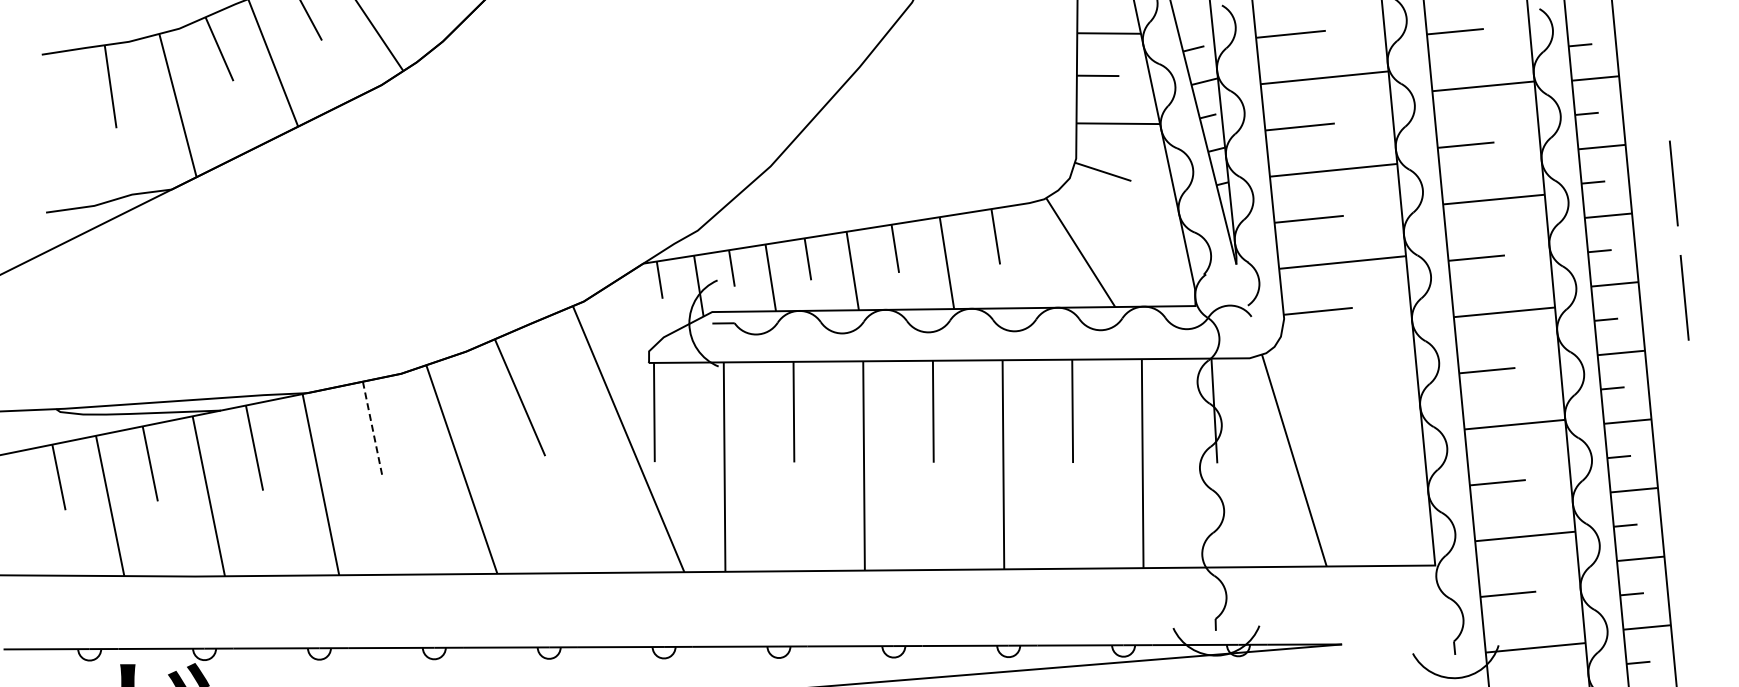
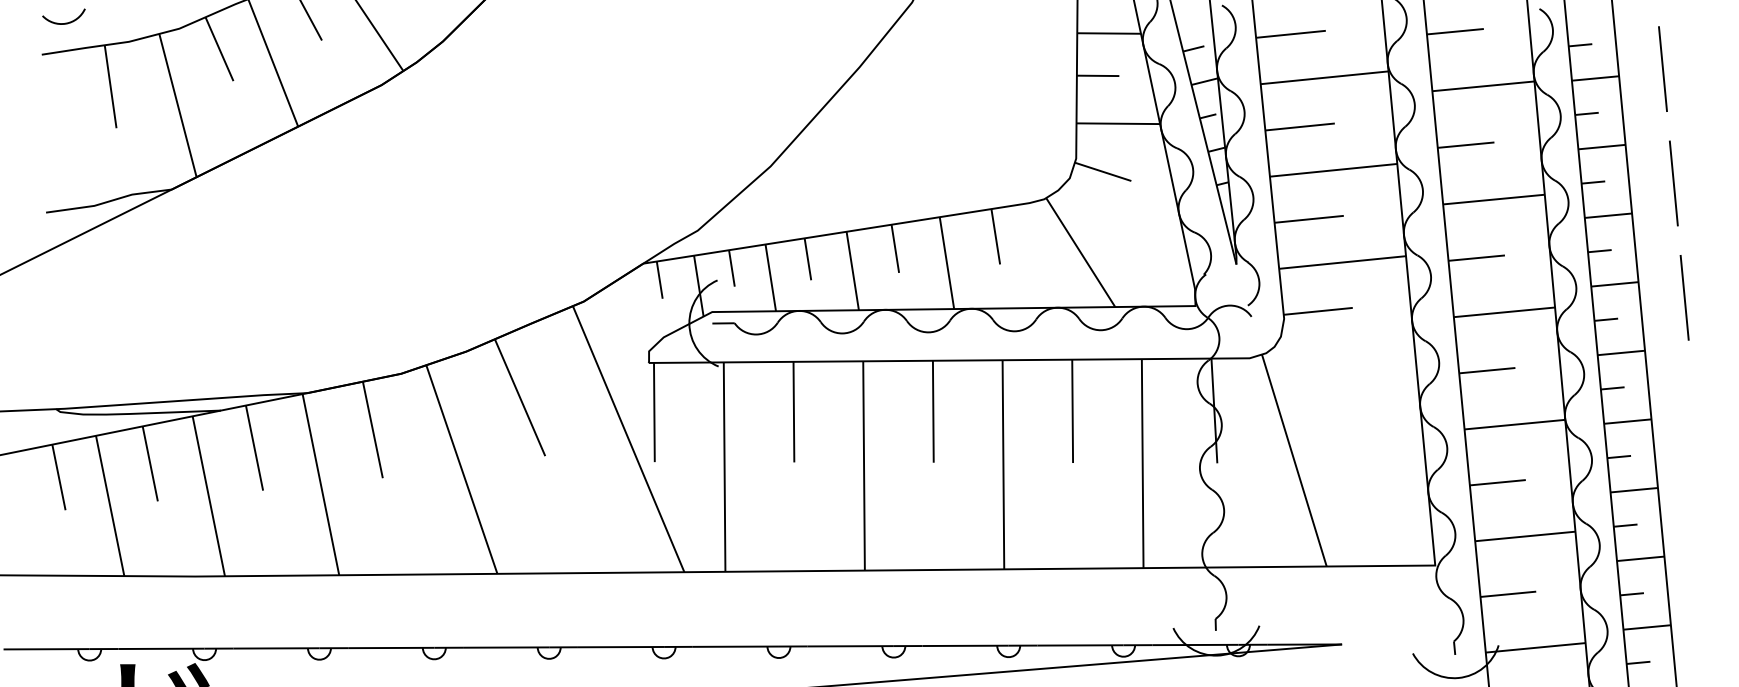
part at (65, 22): none -> present
line at (1662, 68): none -> present
line at (372, 430): dashed -> solid
